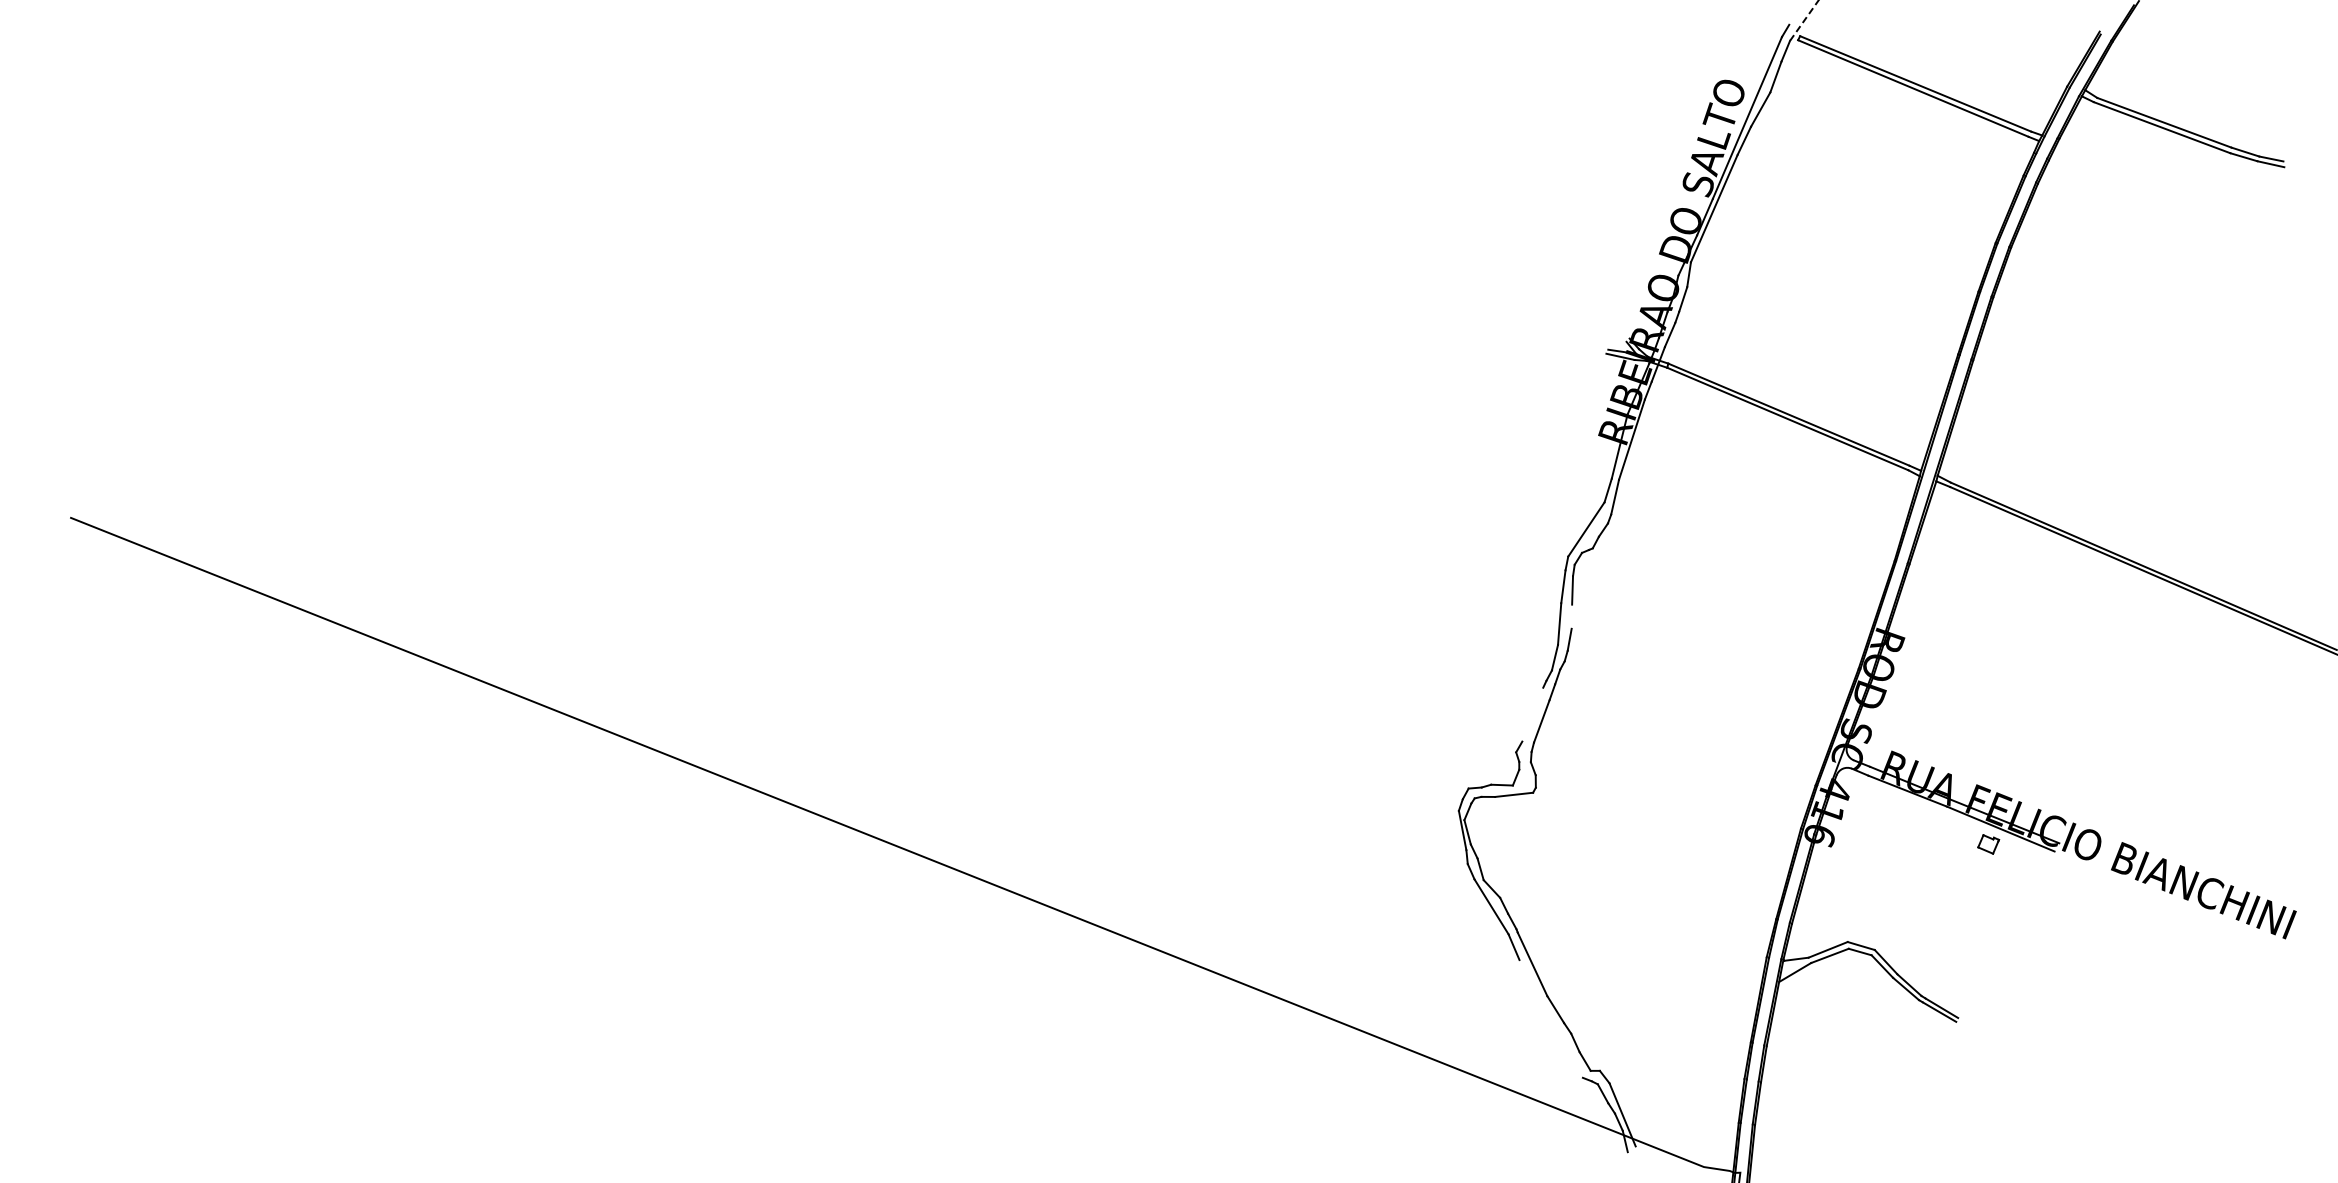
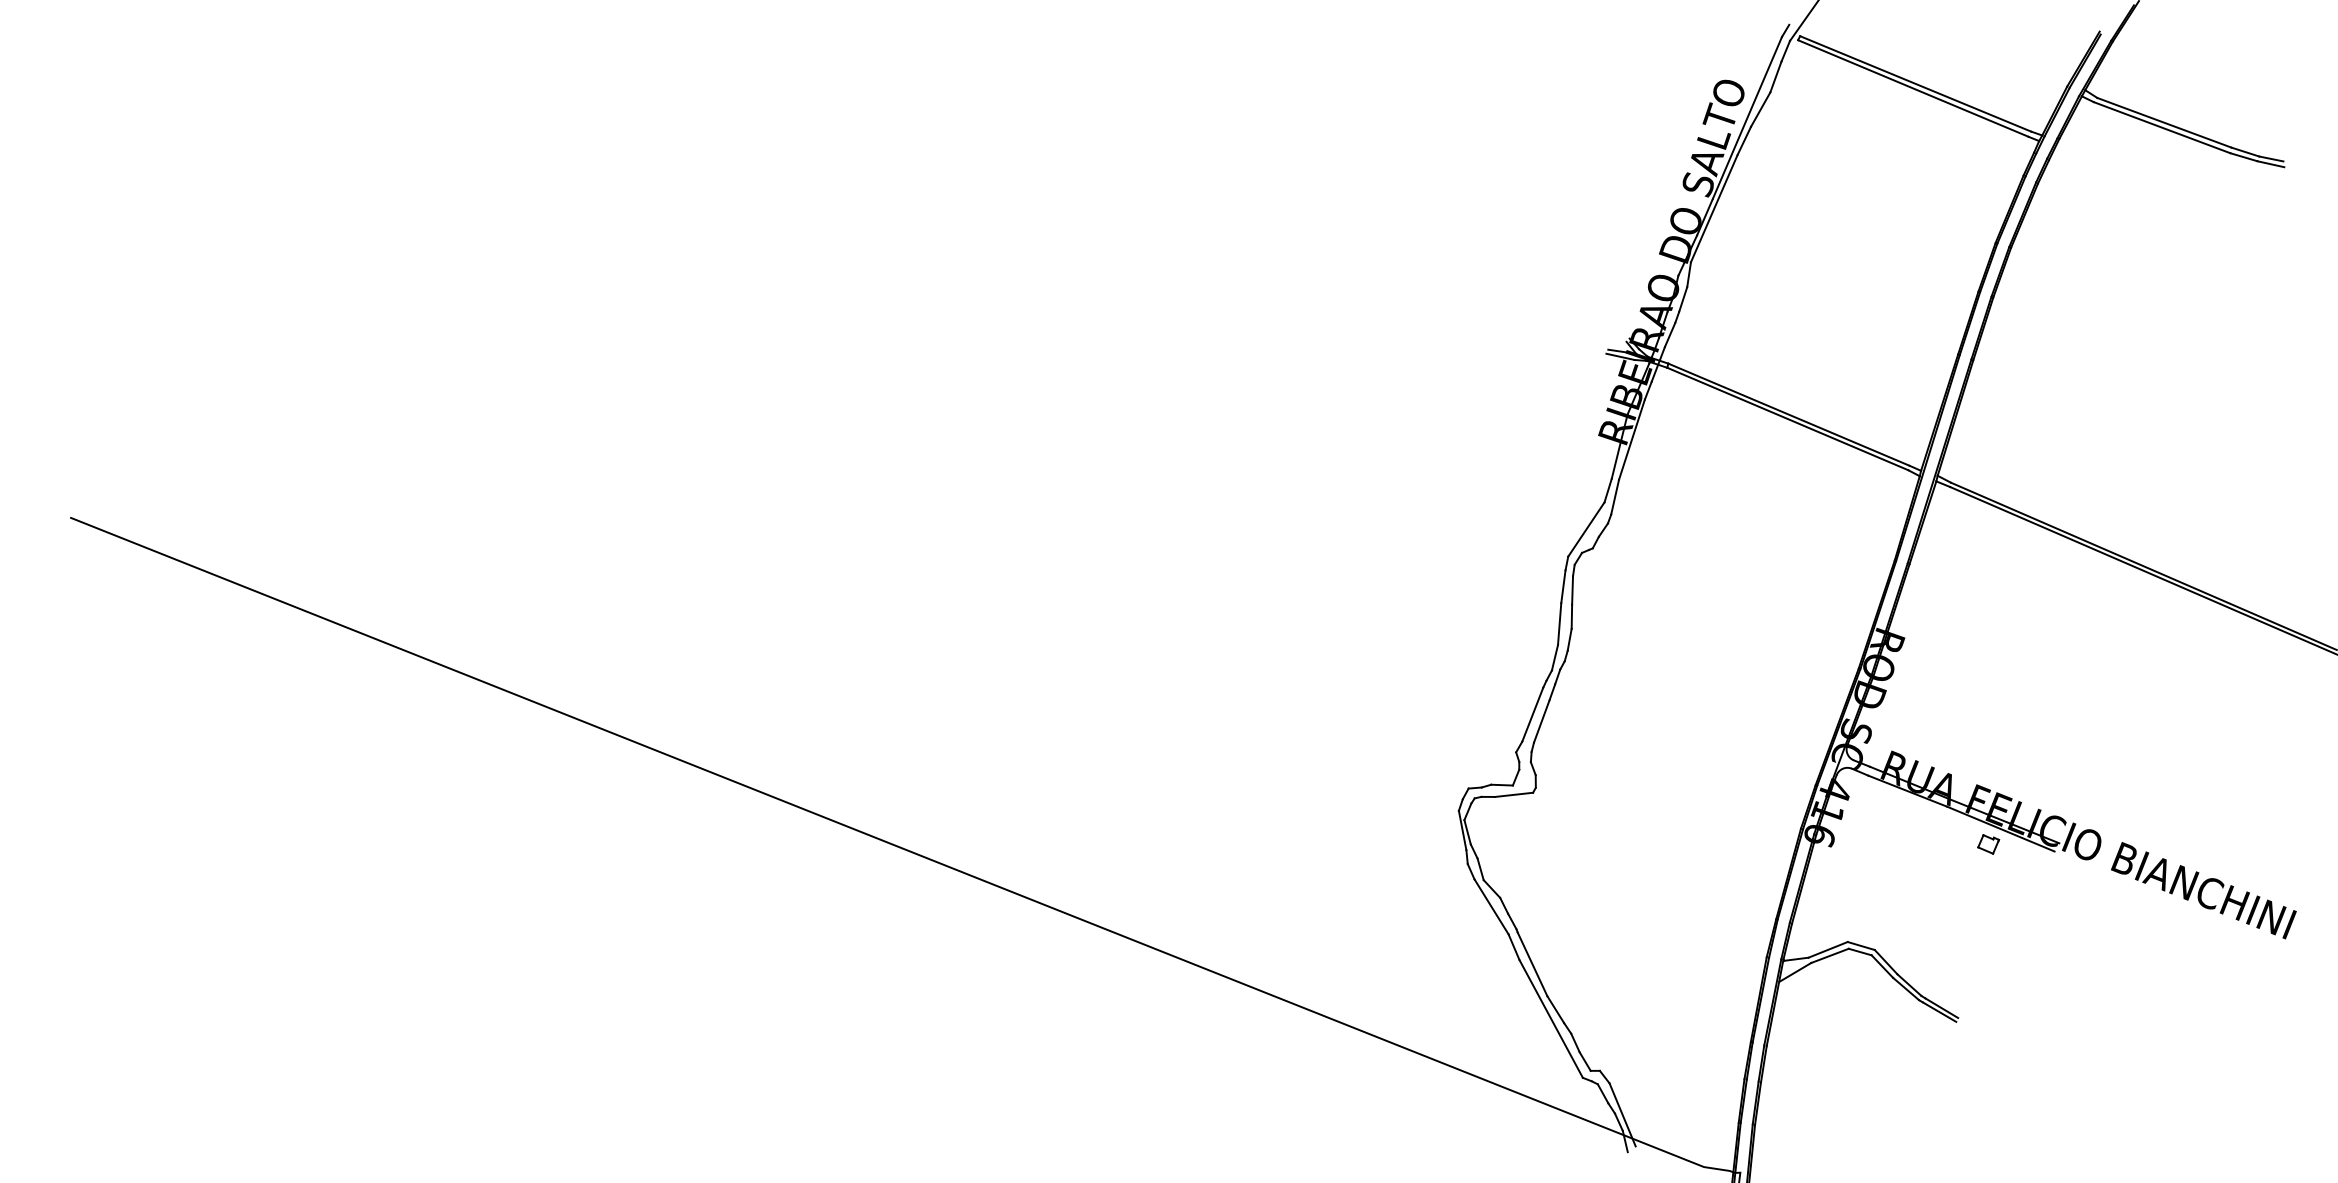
line at (1804, 20): dashed -> solid
line at (1571, 616): none -> present
line at (1532, 714): none -> present
line at (1550, 1018): none -> present
